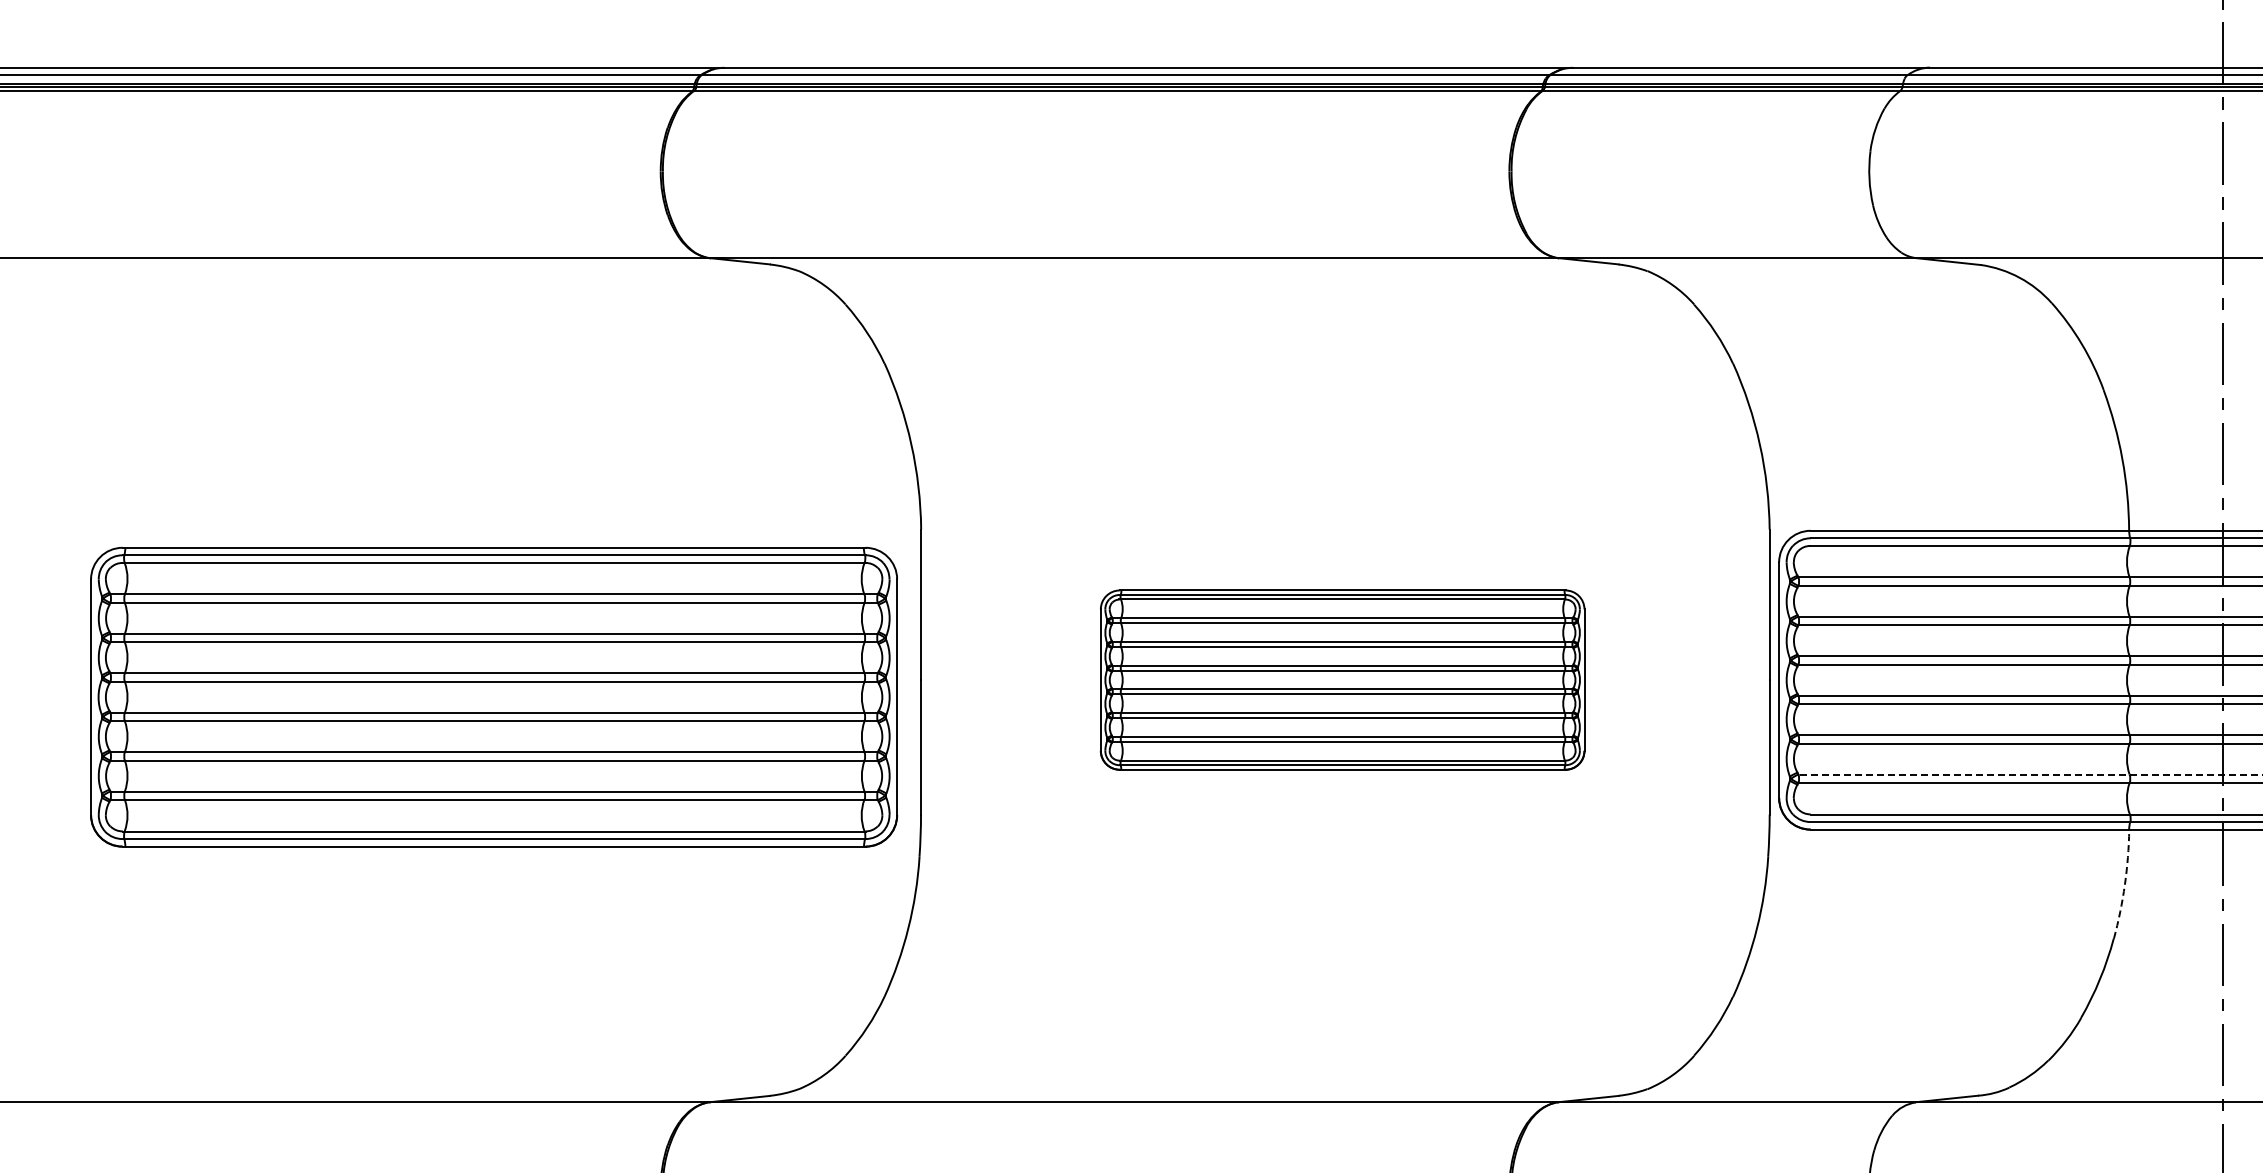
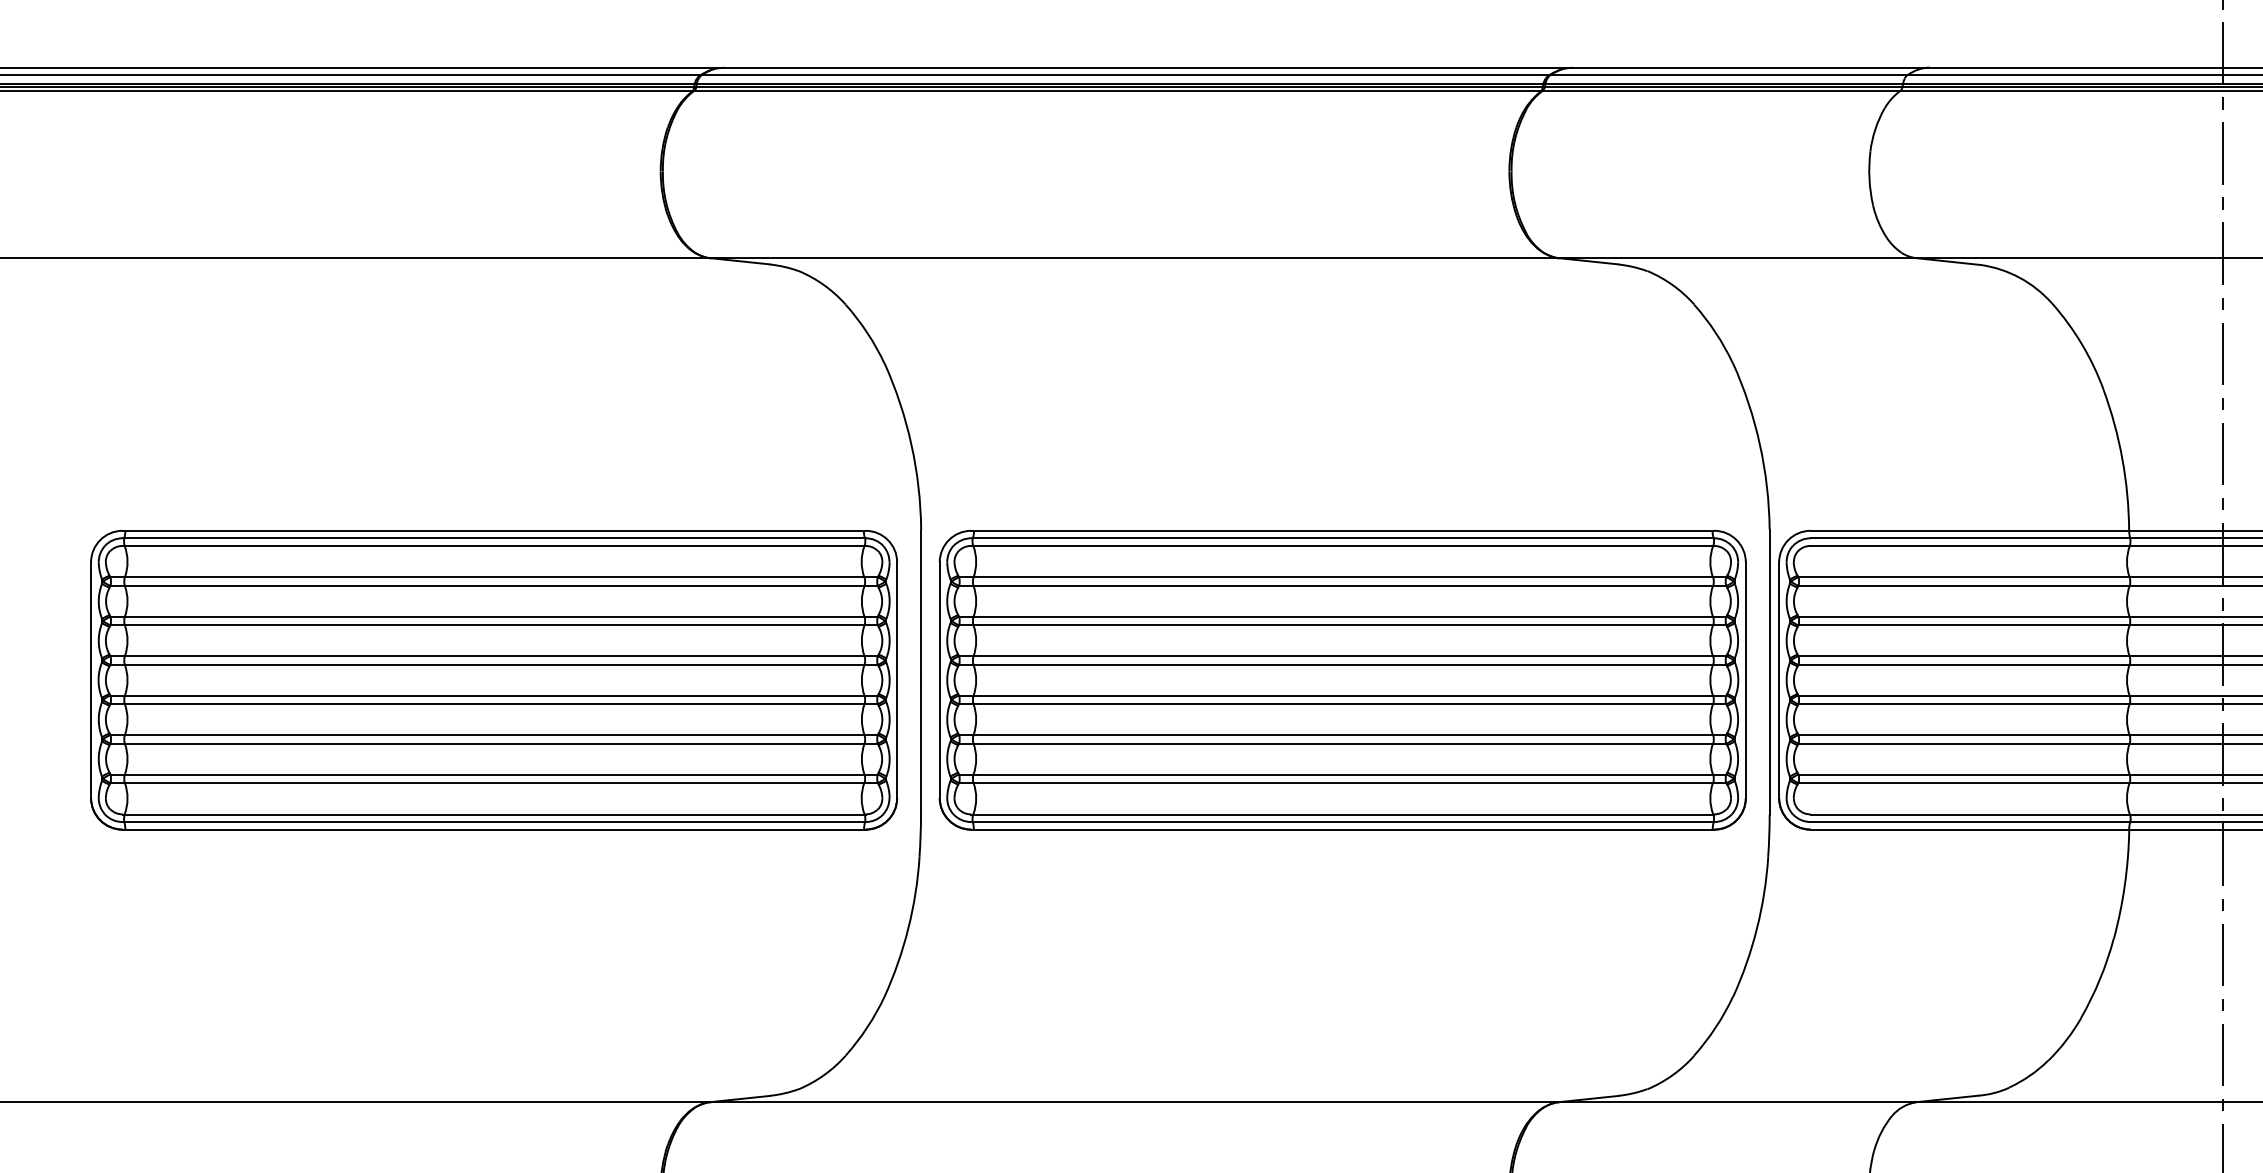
part at (1342, 679) size: 487x182 px -> 809x302 px
part at (494, 696) position: (494, 696) -> (494, 679)
line at (2030, 774): dashed -> solid
arc at (2124, 884): dashed -> solid
